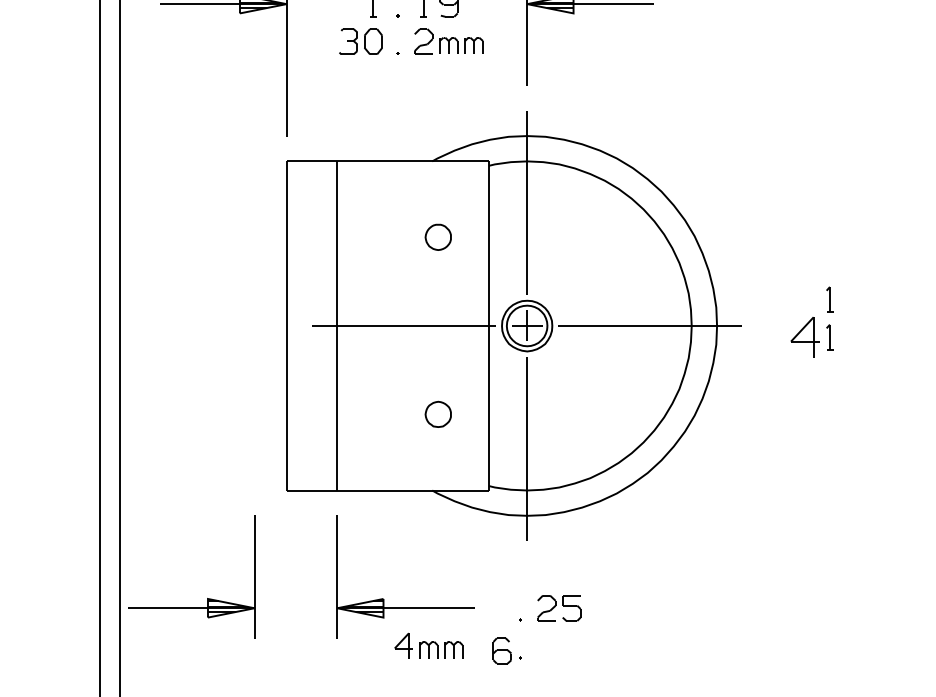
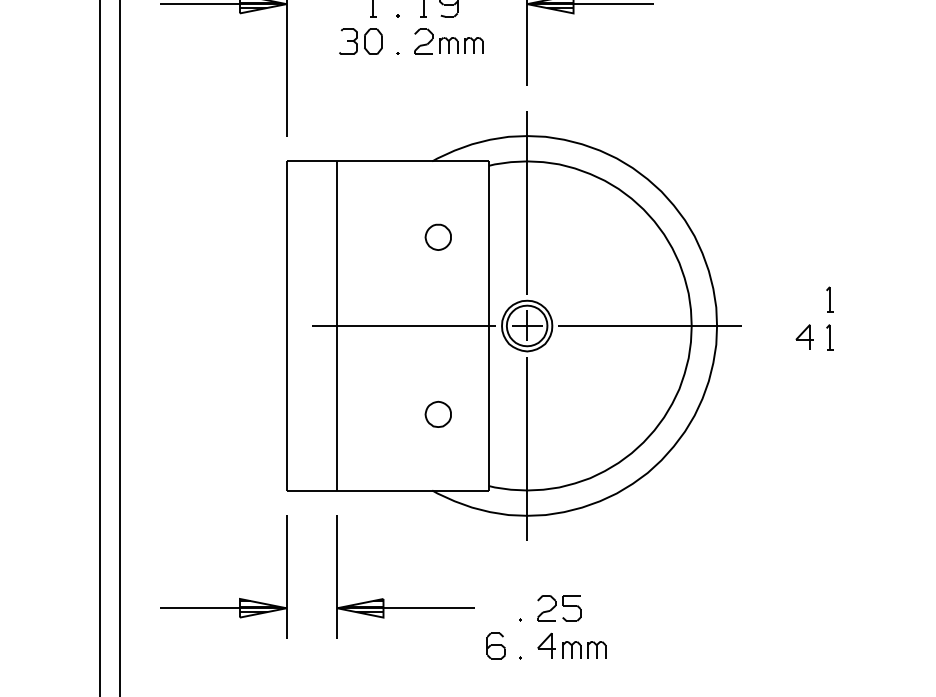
part at (804, 337) size: 30x41 px -> 19x26 px
part at (207, 598) position: (207, 598) -> (239, 598)
part at (428, 645) position: (428, 645) -> (571, 645)
part at (501, 650) position: (501, 650) -> (495, 645)
